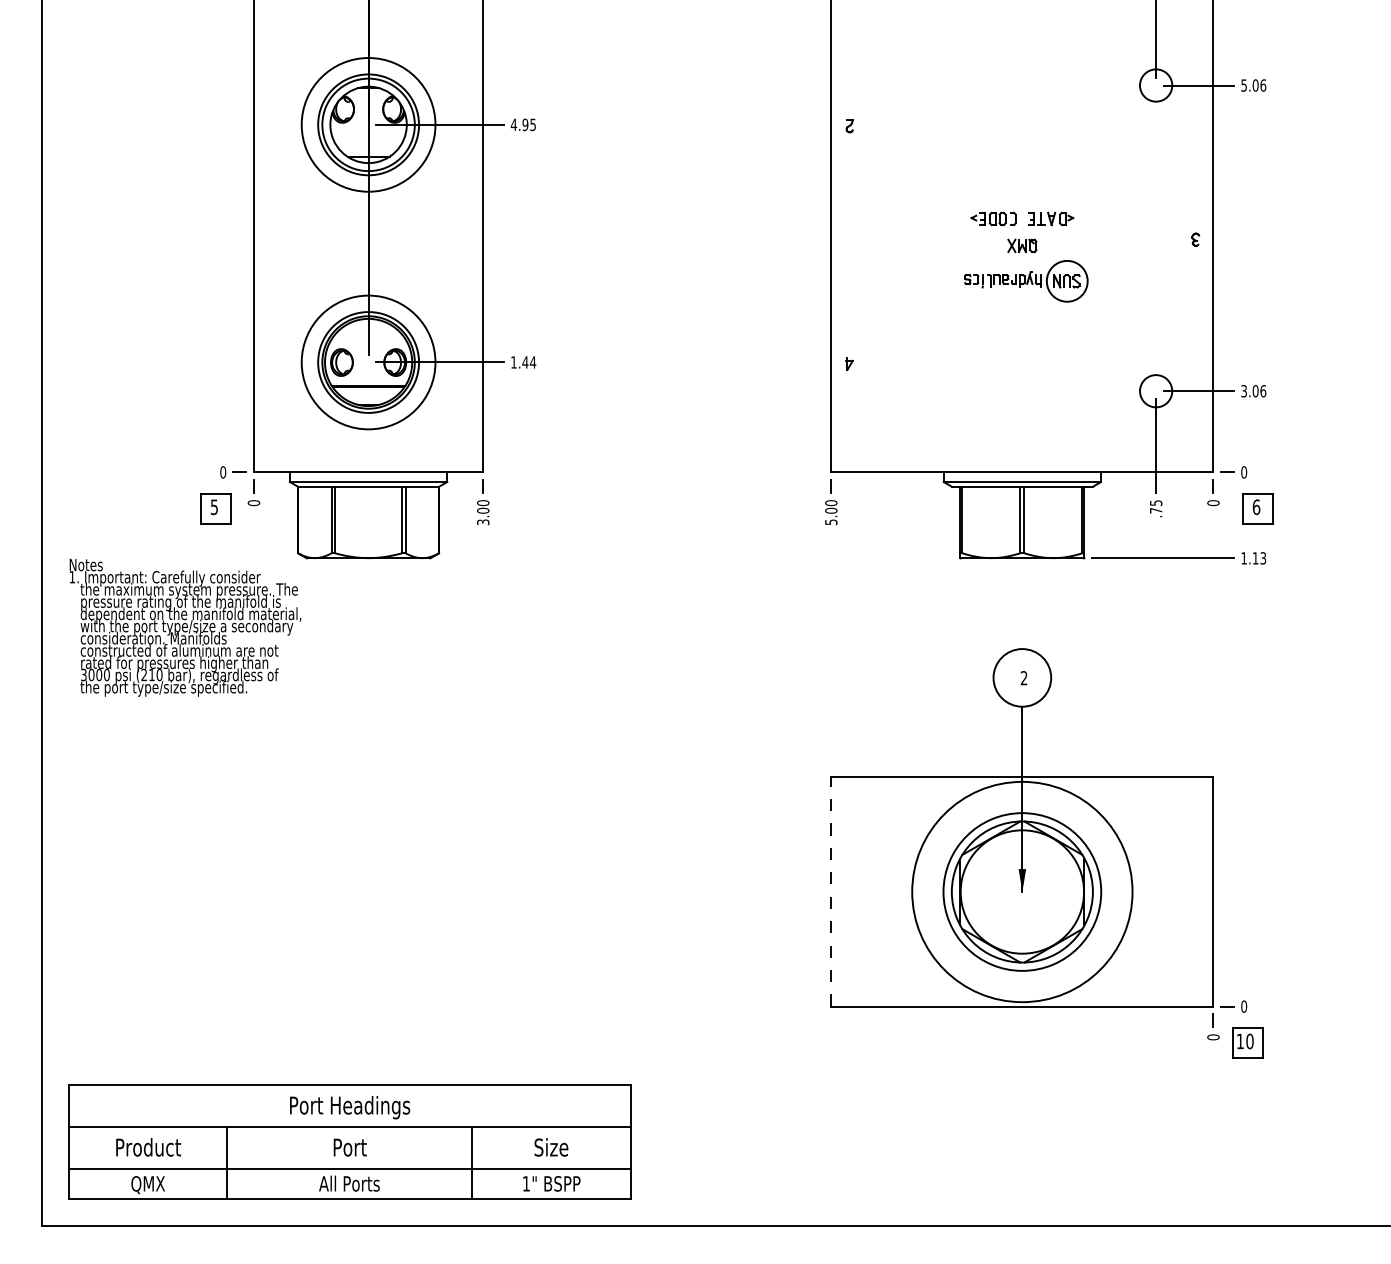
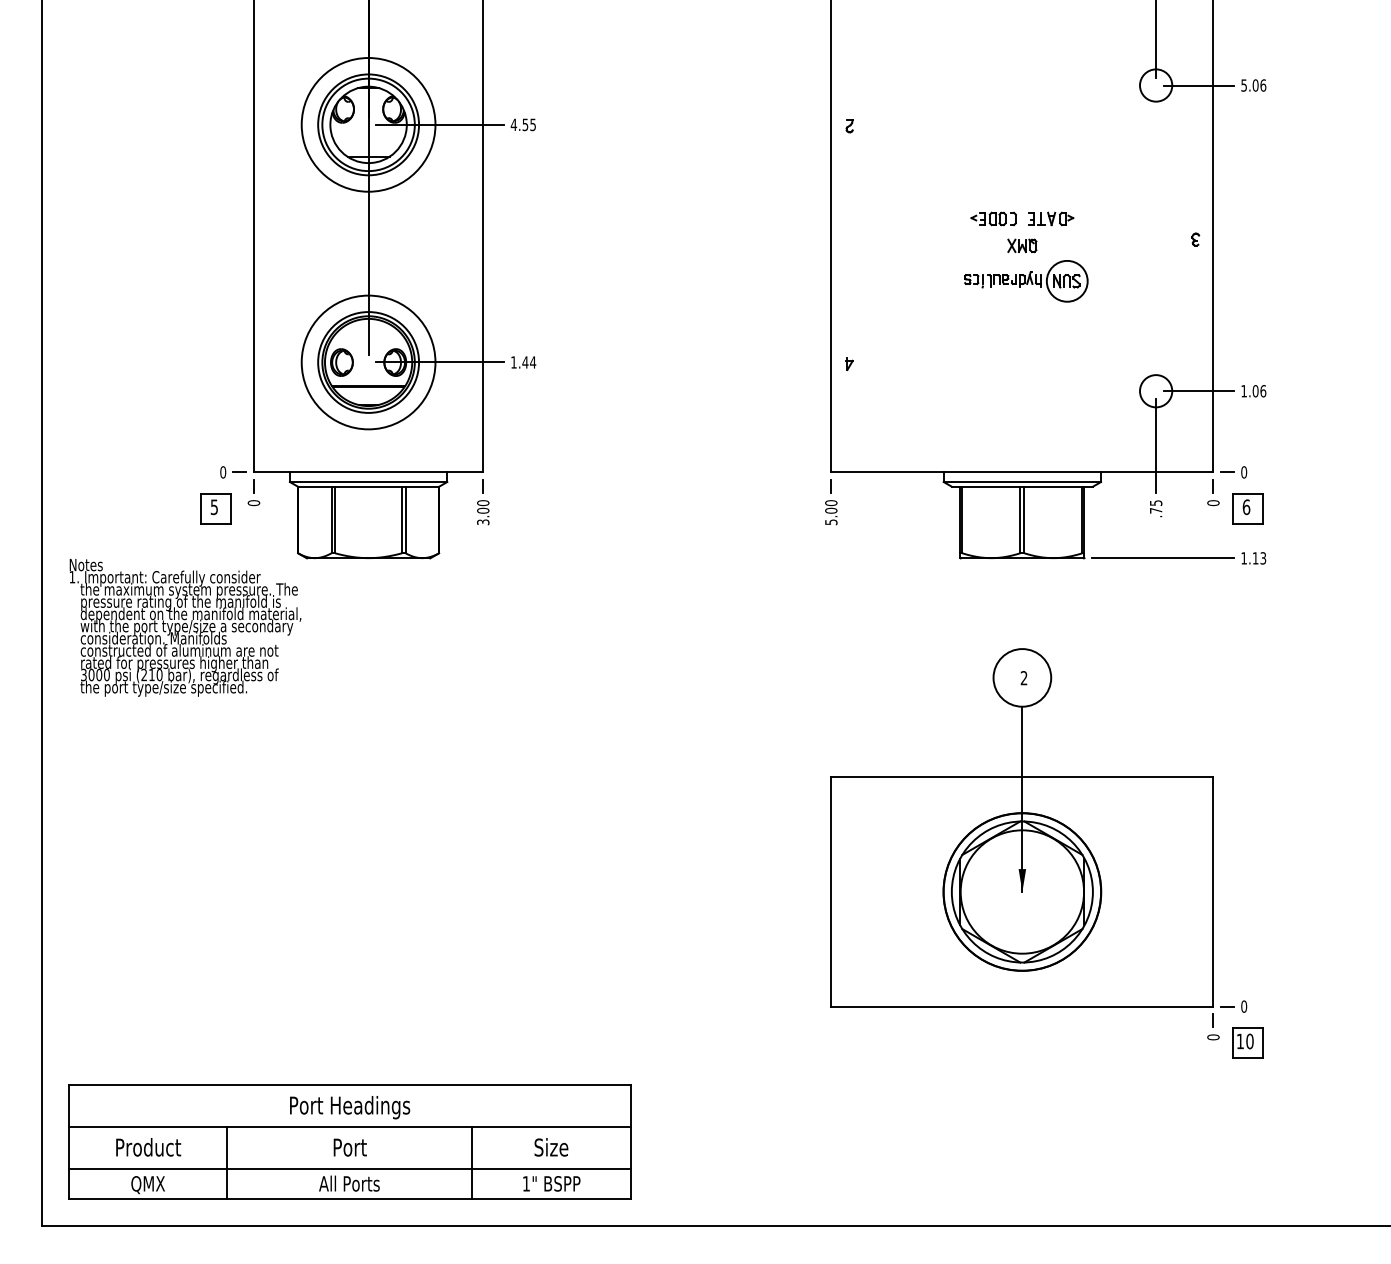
text at (525, 124): 4.95 -> 4.55
text at (1243, 391): 3.06 -> 1.06
part at (1257, 508) position: (1257, 508) -> (1247, 508)
circle at (1022, 891) diameter: 220 px -> 157 px
line at (831, 892): dashed -> solid
